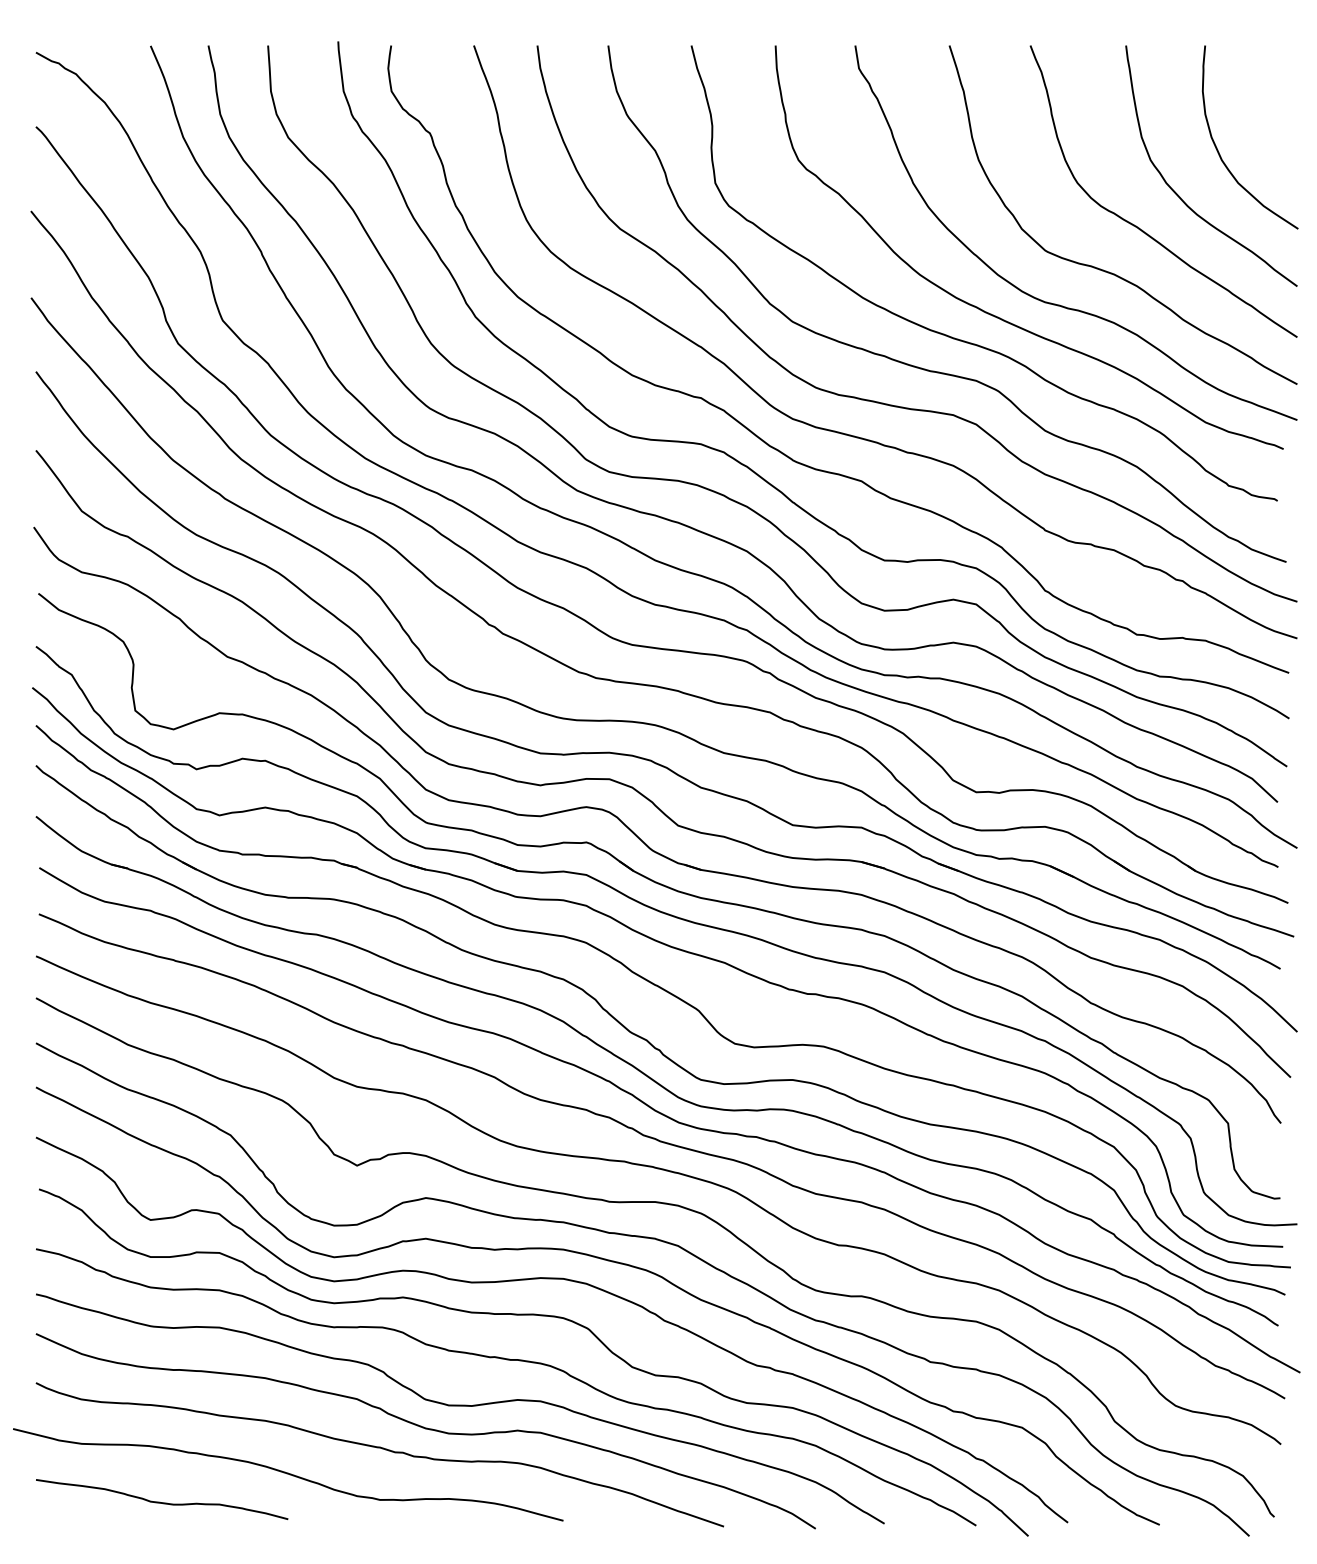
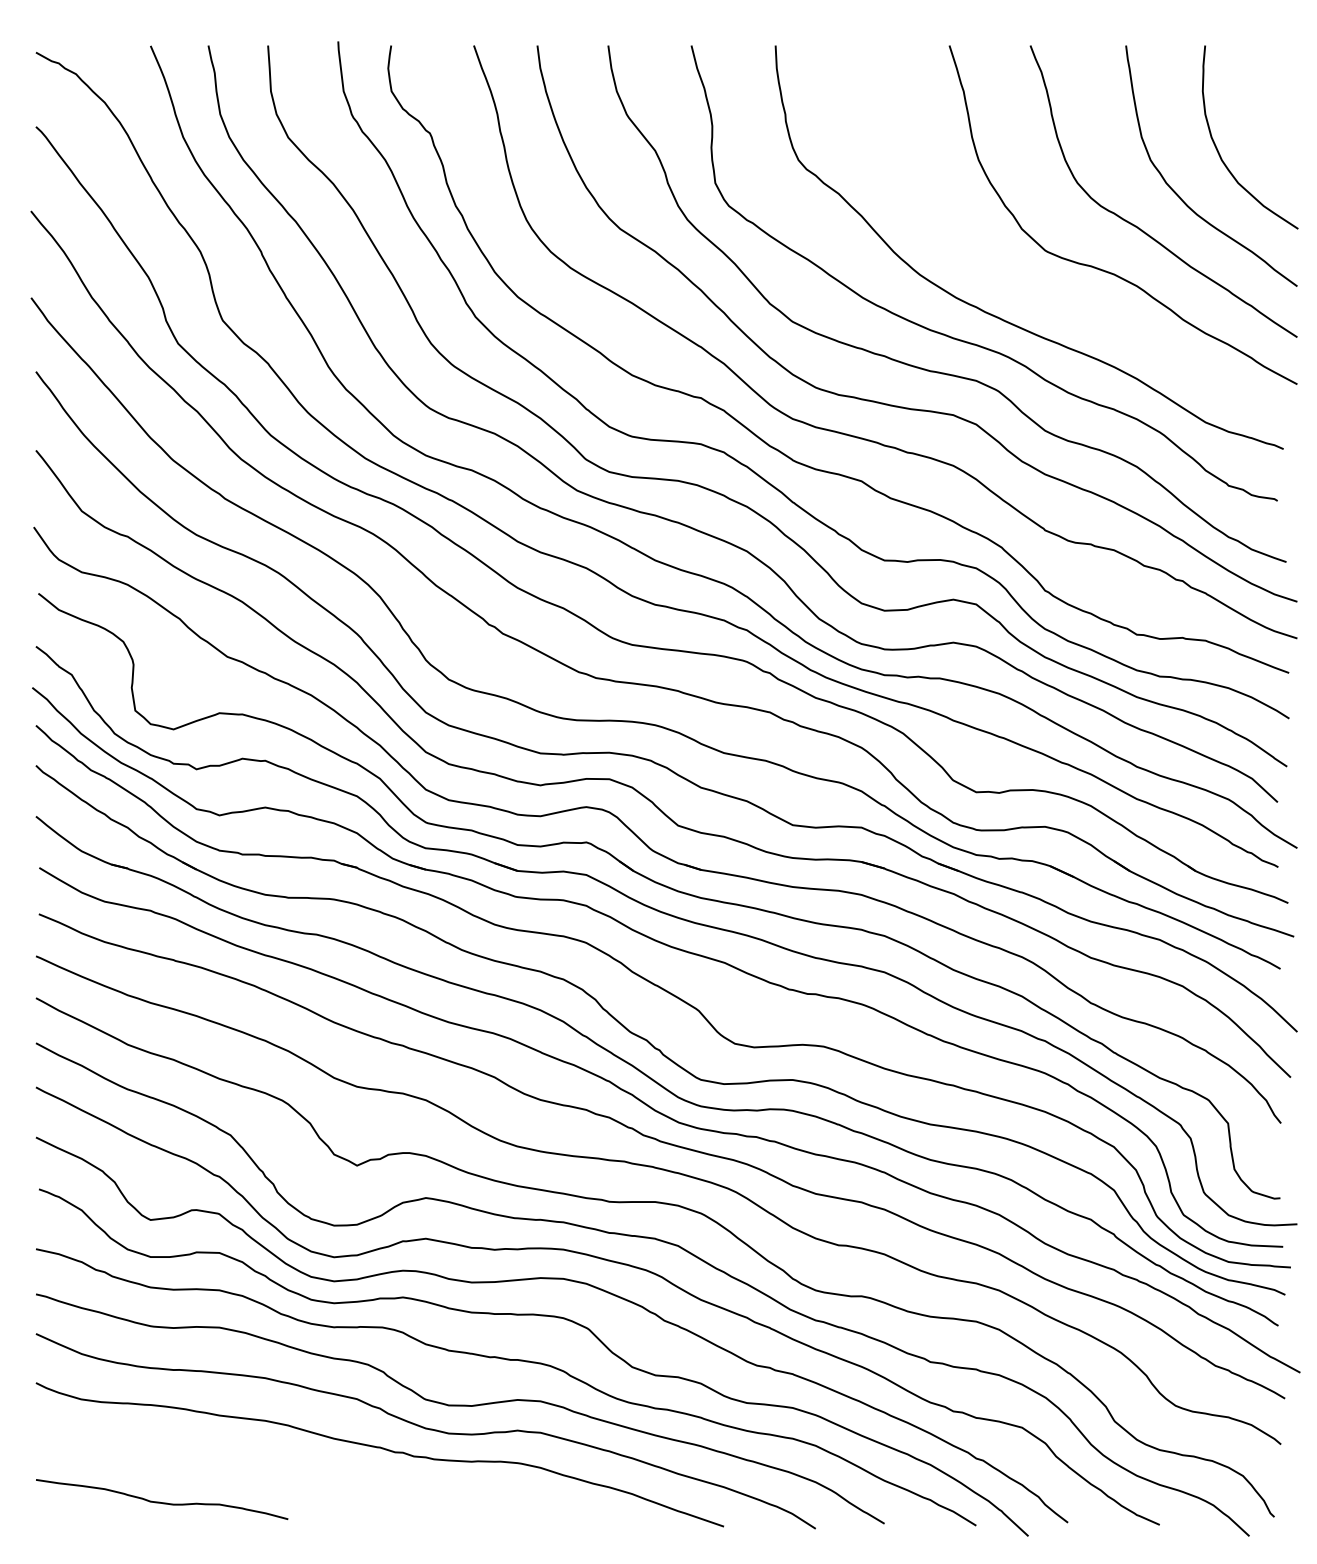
curve at (1059, 304): present -> none
curve at (288, 1474): present -> none
